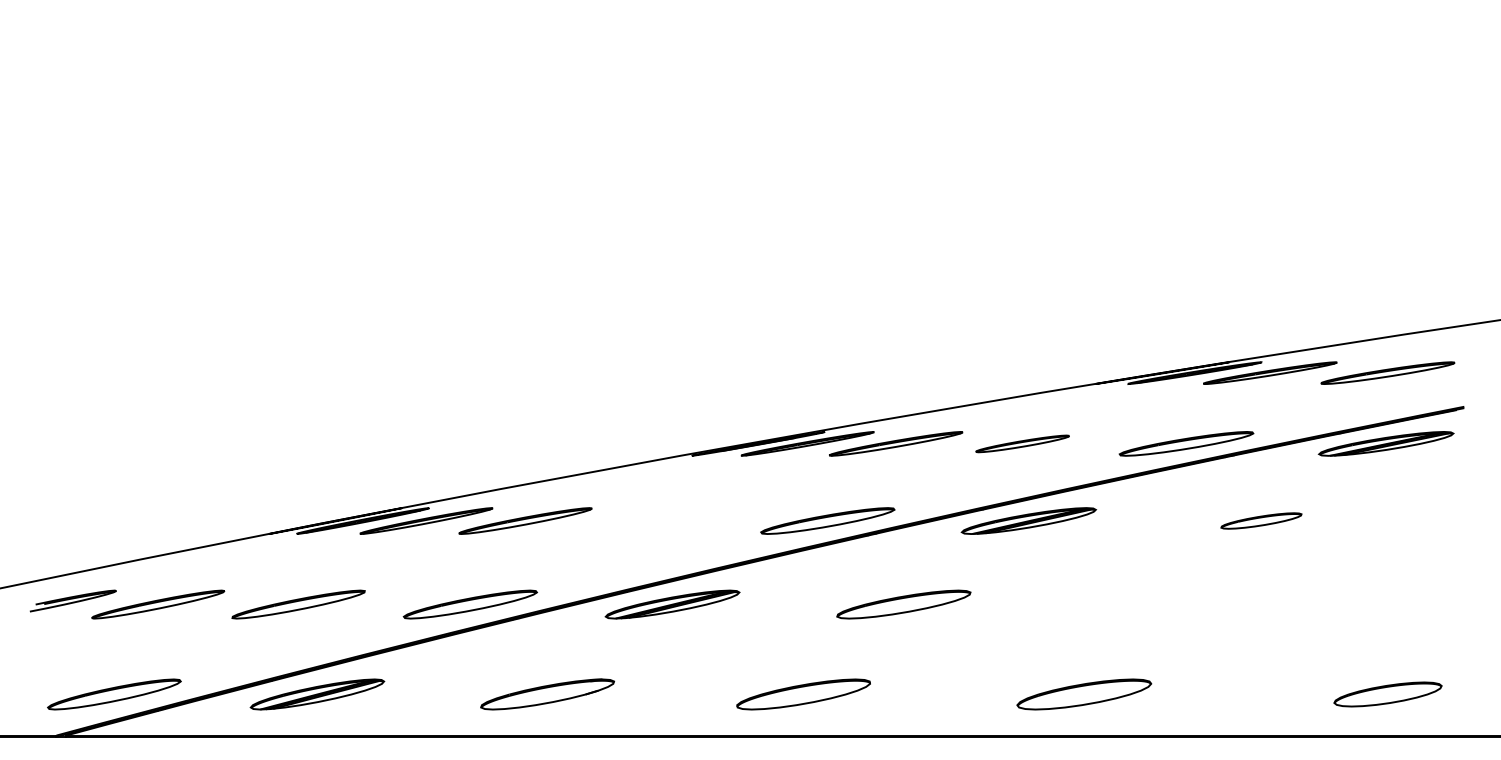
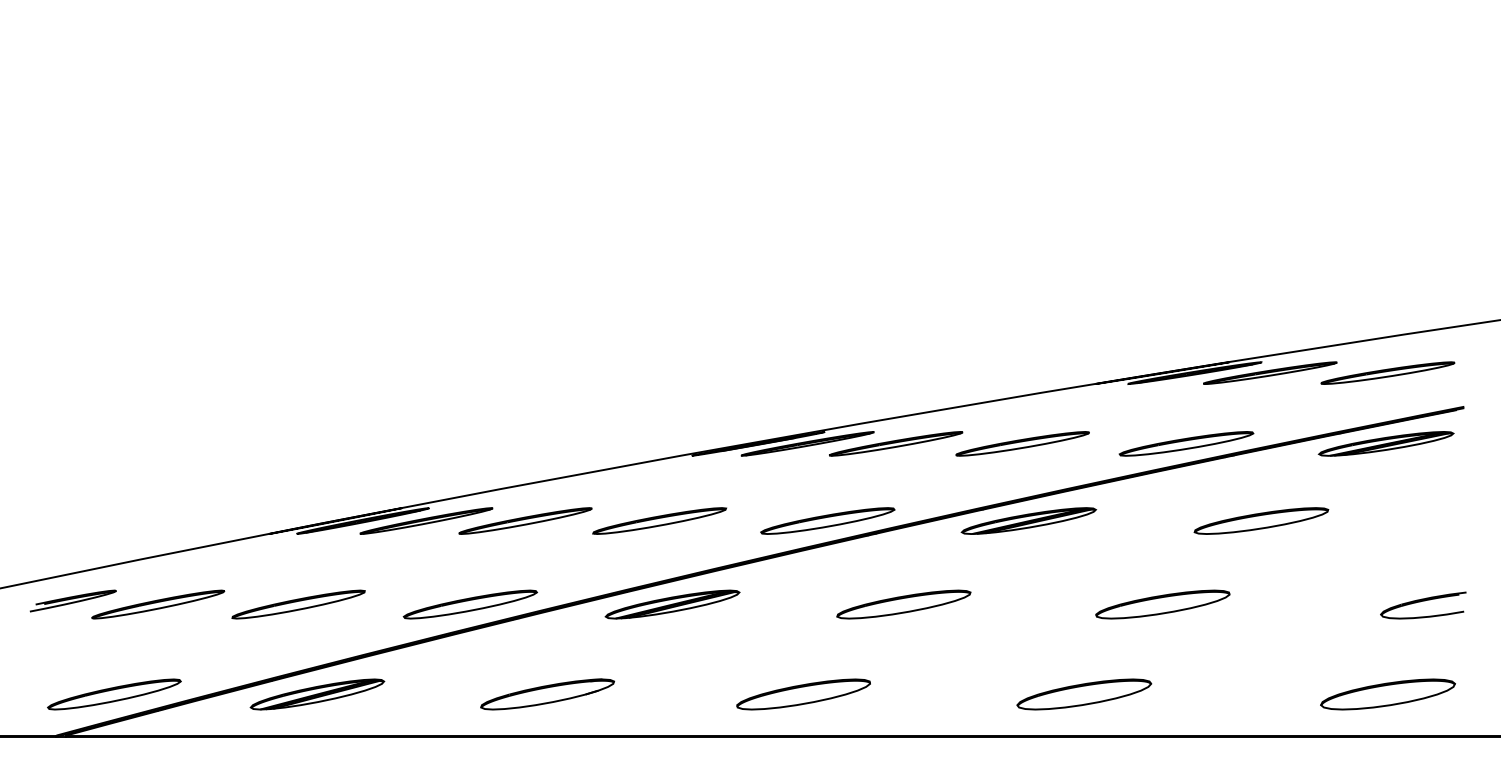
part at (1022, 443) size: 95x20 px -> 135x26 px
part at (659, 520): none -> present
part at (1261, 520) size: 83x18 px -> 137x28 px
part at (1162, 604): none -> present
part at (1423, 605): none -> present
part at (1387, 694) size: 110x27 px -> 136x33 px
